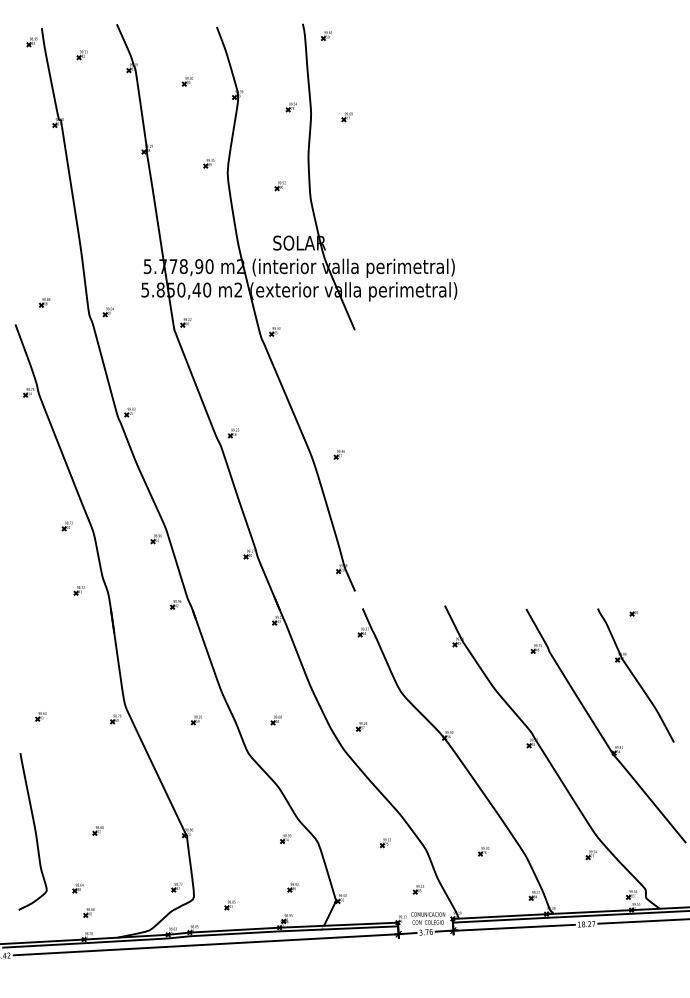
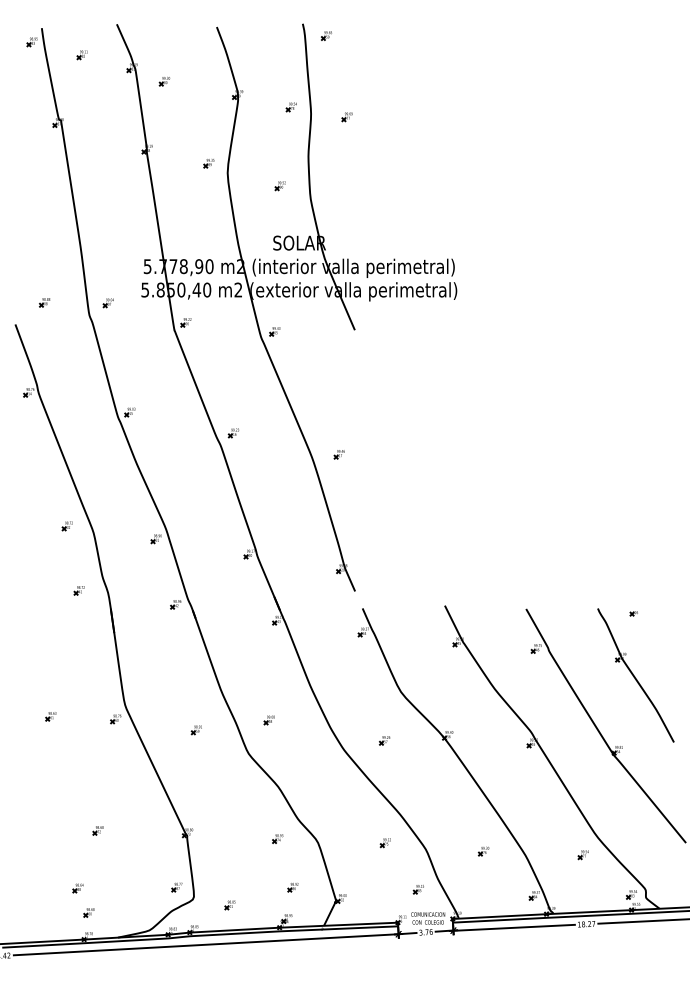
part at (187, 81) position: (187, 81) -> (164, 81)
part at (107, 312) position: (107, 312) -> (107, 303)
part at (40, 716) position: (40, 716) -> (50, 716)
part at (195, 720) position: (195, 720) -> (195, 730)
part at (275, 720) position: (275, 720) -> (268, 720)
part at (361, 726) position: (361, 726) -> (384, 740)
curve at (34, 831): present -> none
part at (285, 838) position: (285, 838) -> (277, 838)
part at (590, 855) position: (590, 855) -> (582, 855)
